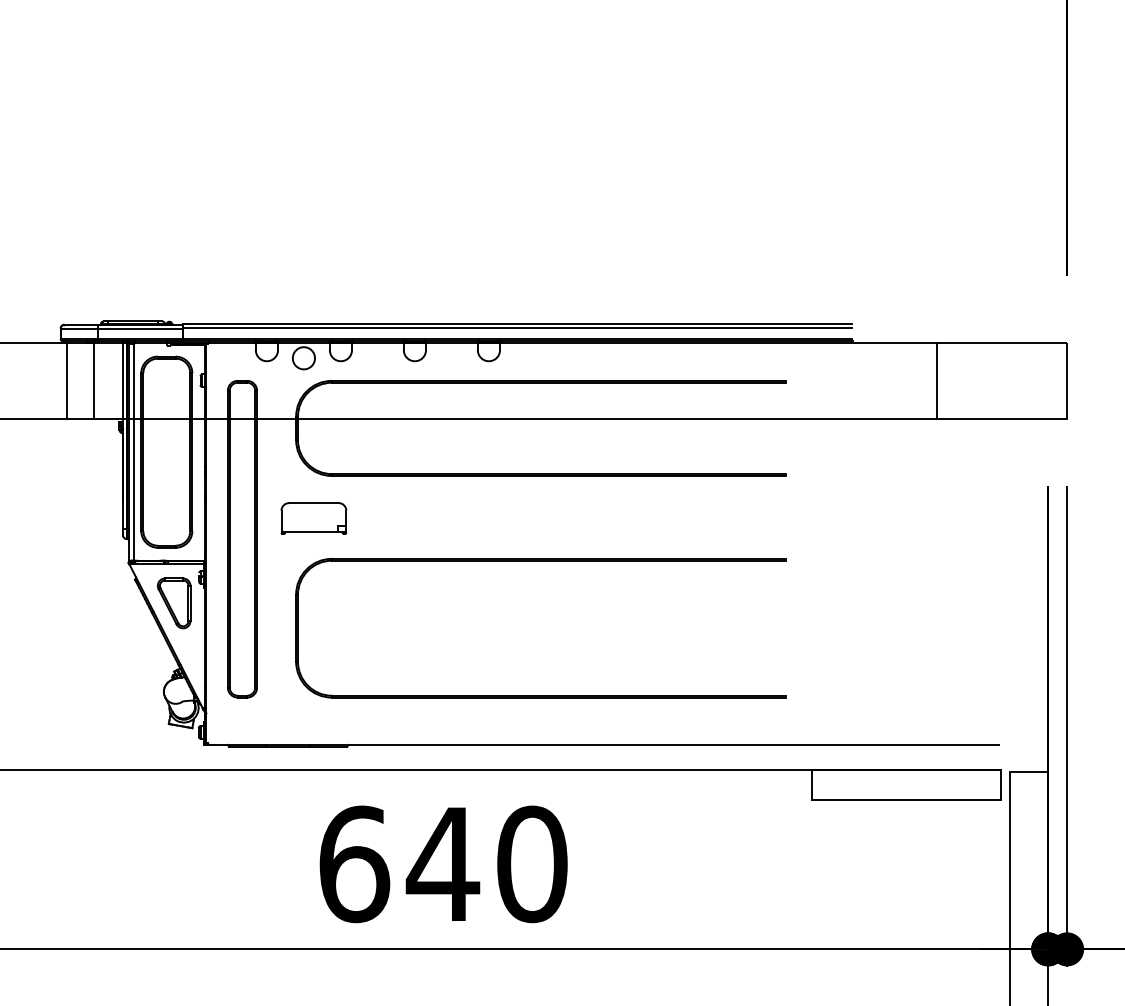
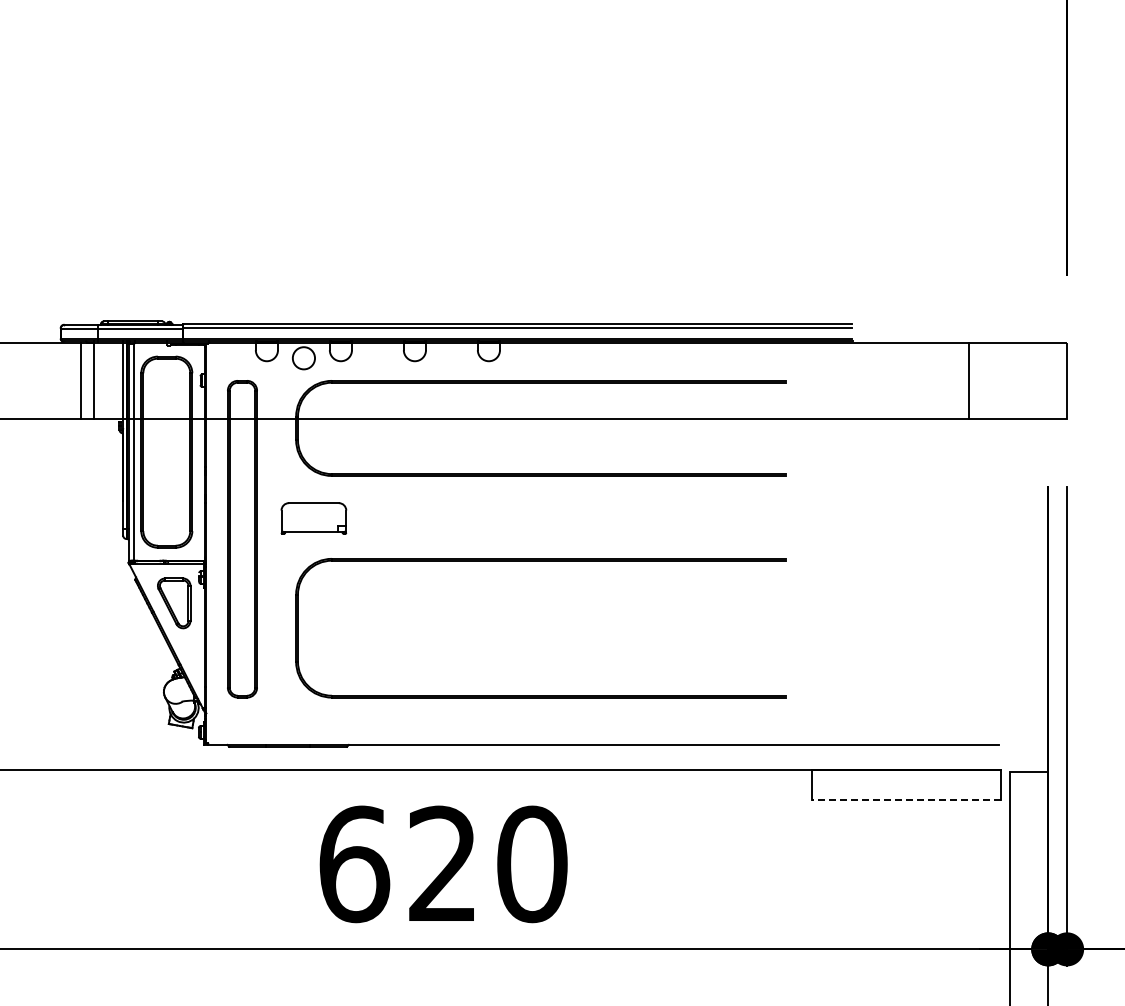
line at (67, 380) position: (67, 380) -> (81, 380)
line at (936, 380) position: (936, 380) -> (968, 380)
line at (905, 800): solid -> dashed
text at (442, 862): 640 -> 620
